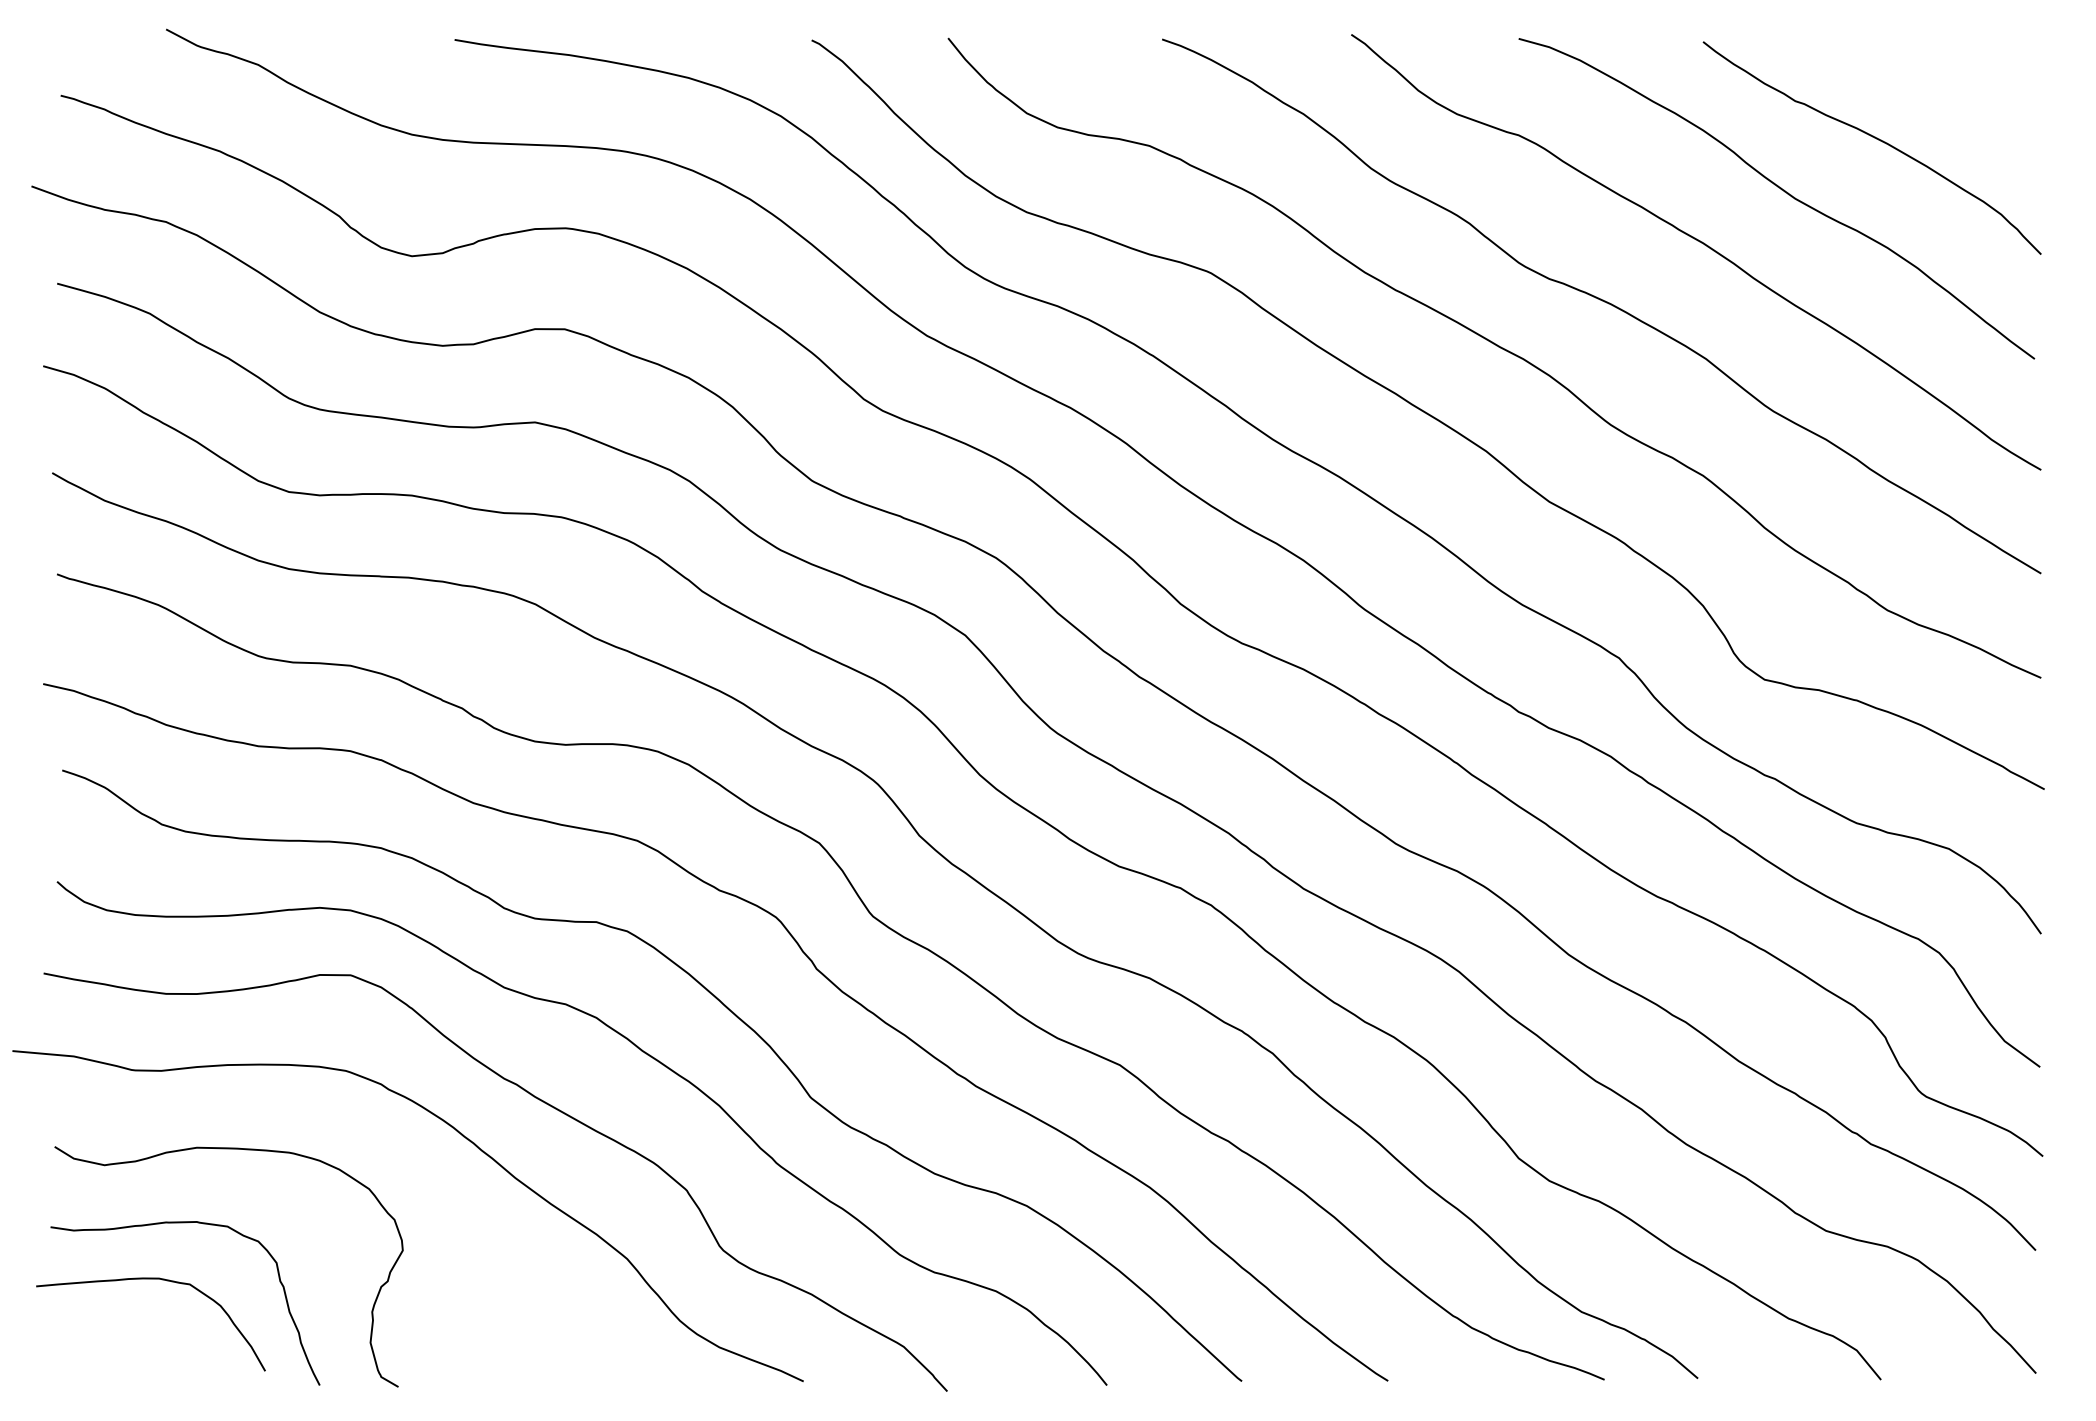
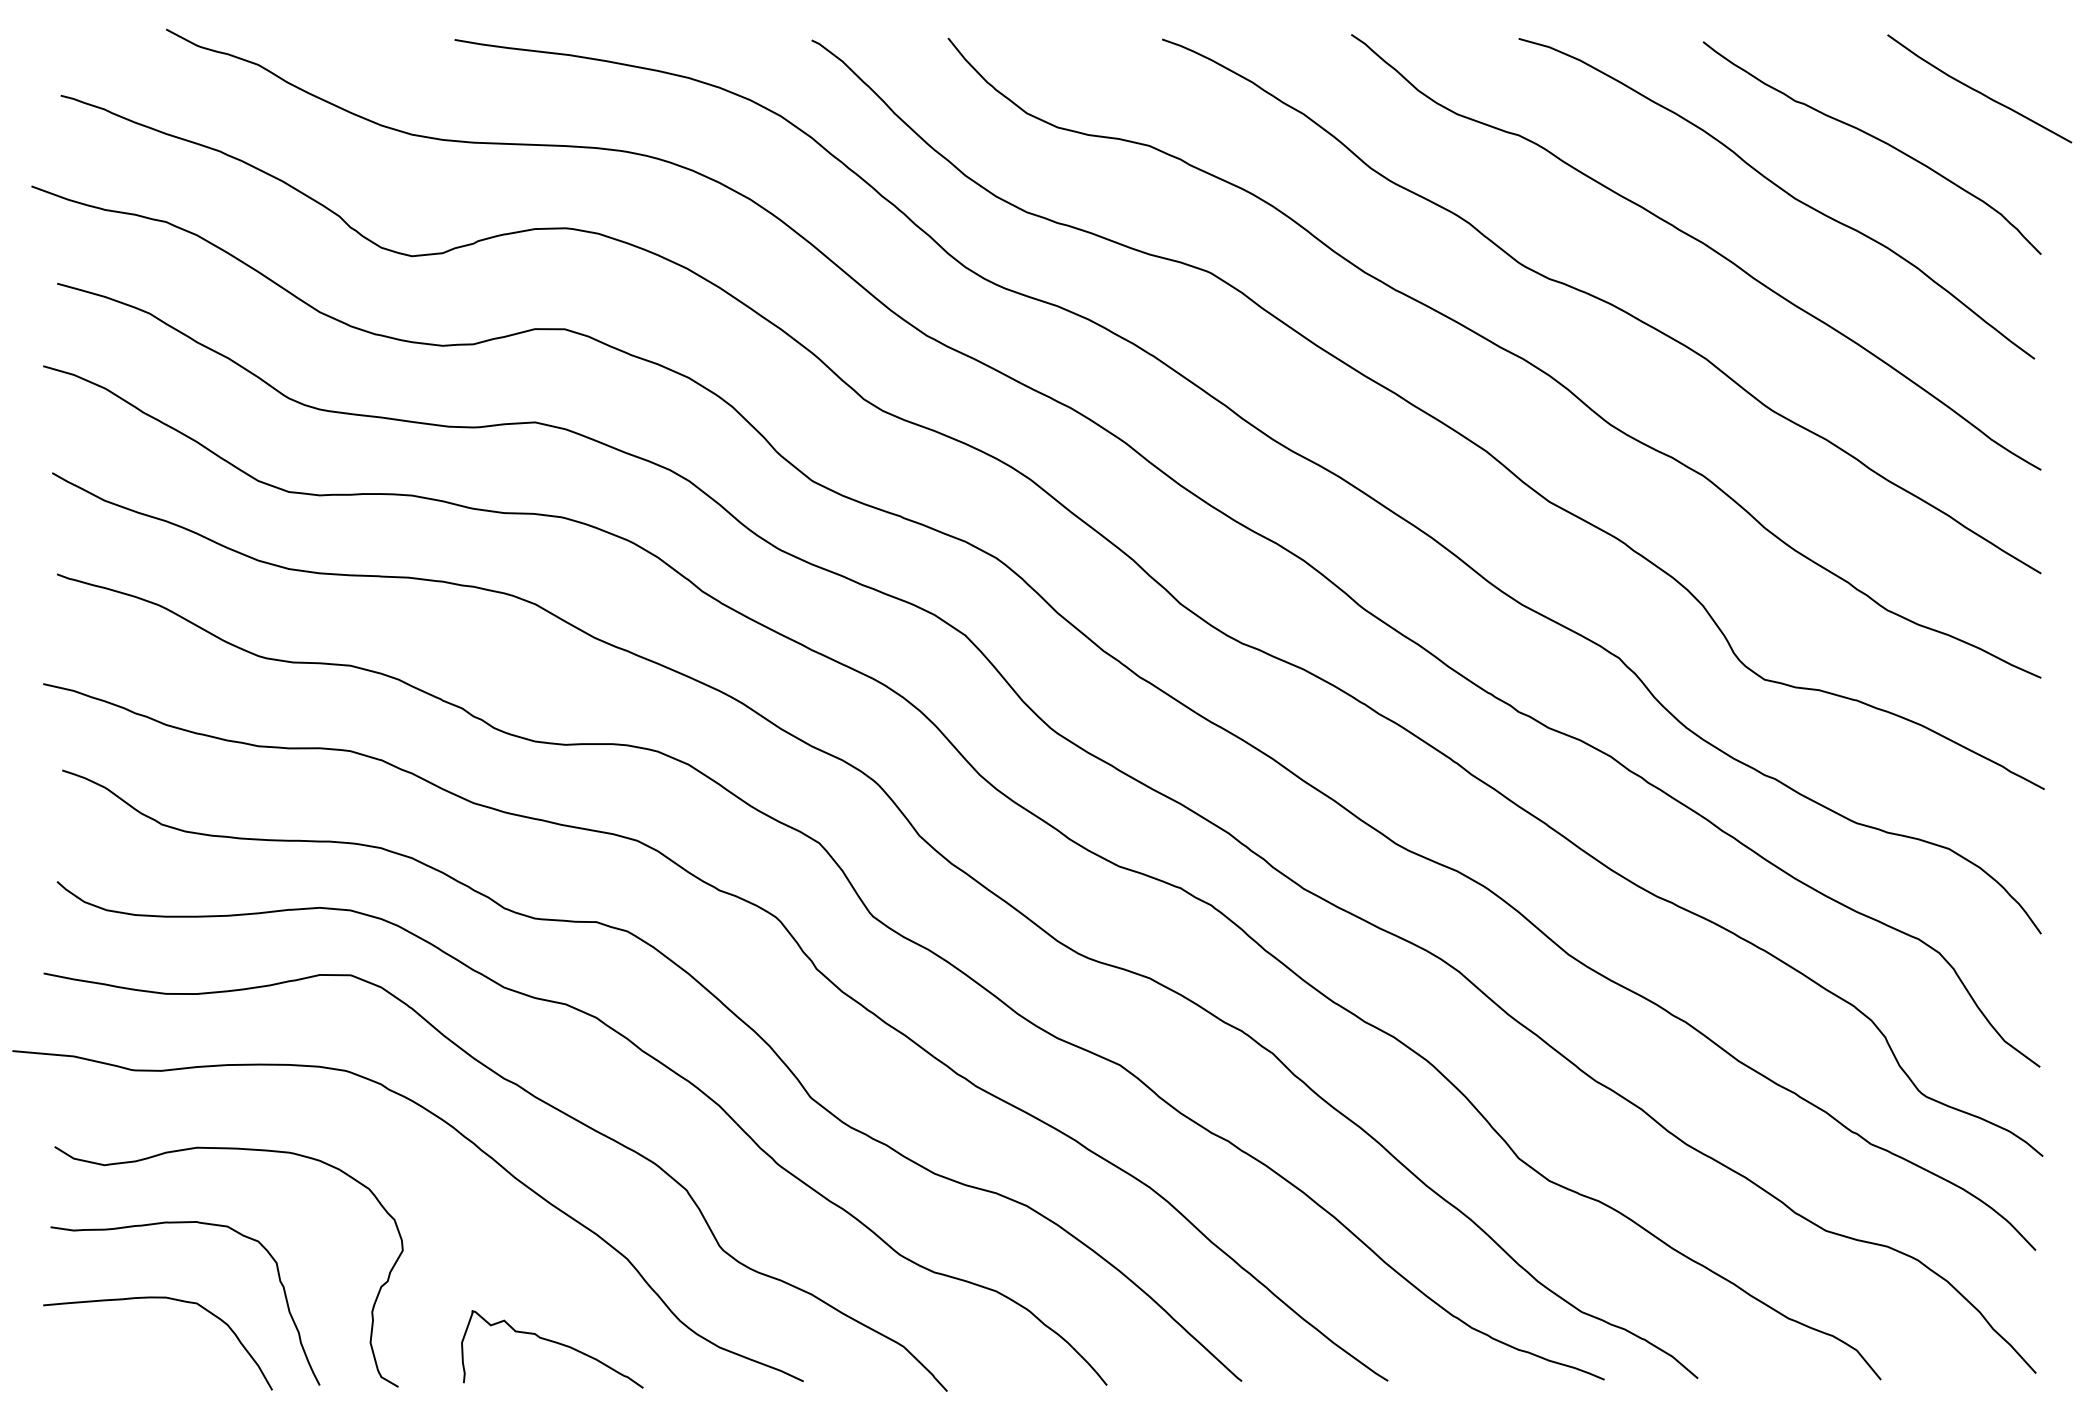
curve at (1978, 90): none -> present
curve at (150, 1279) position: (150, 1279) -> (157, 1298)
curve at (555, 1343): none -> present
